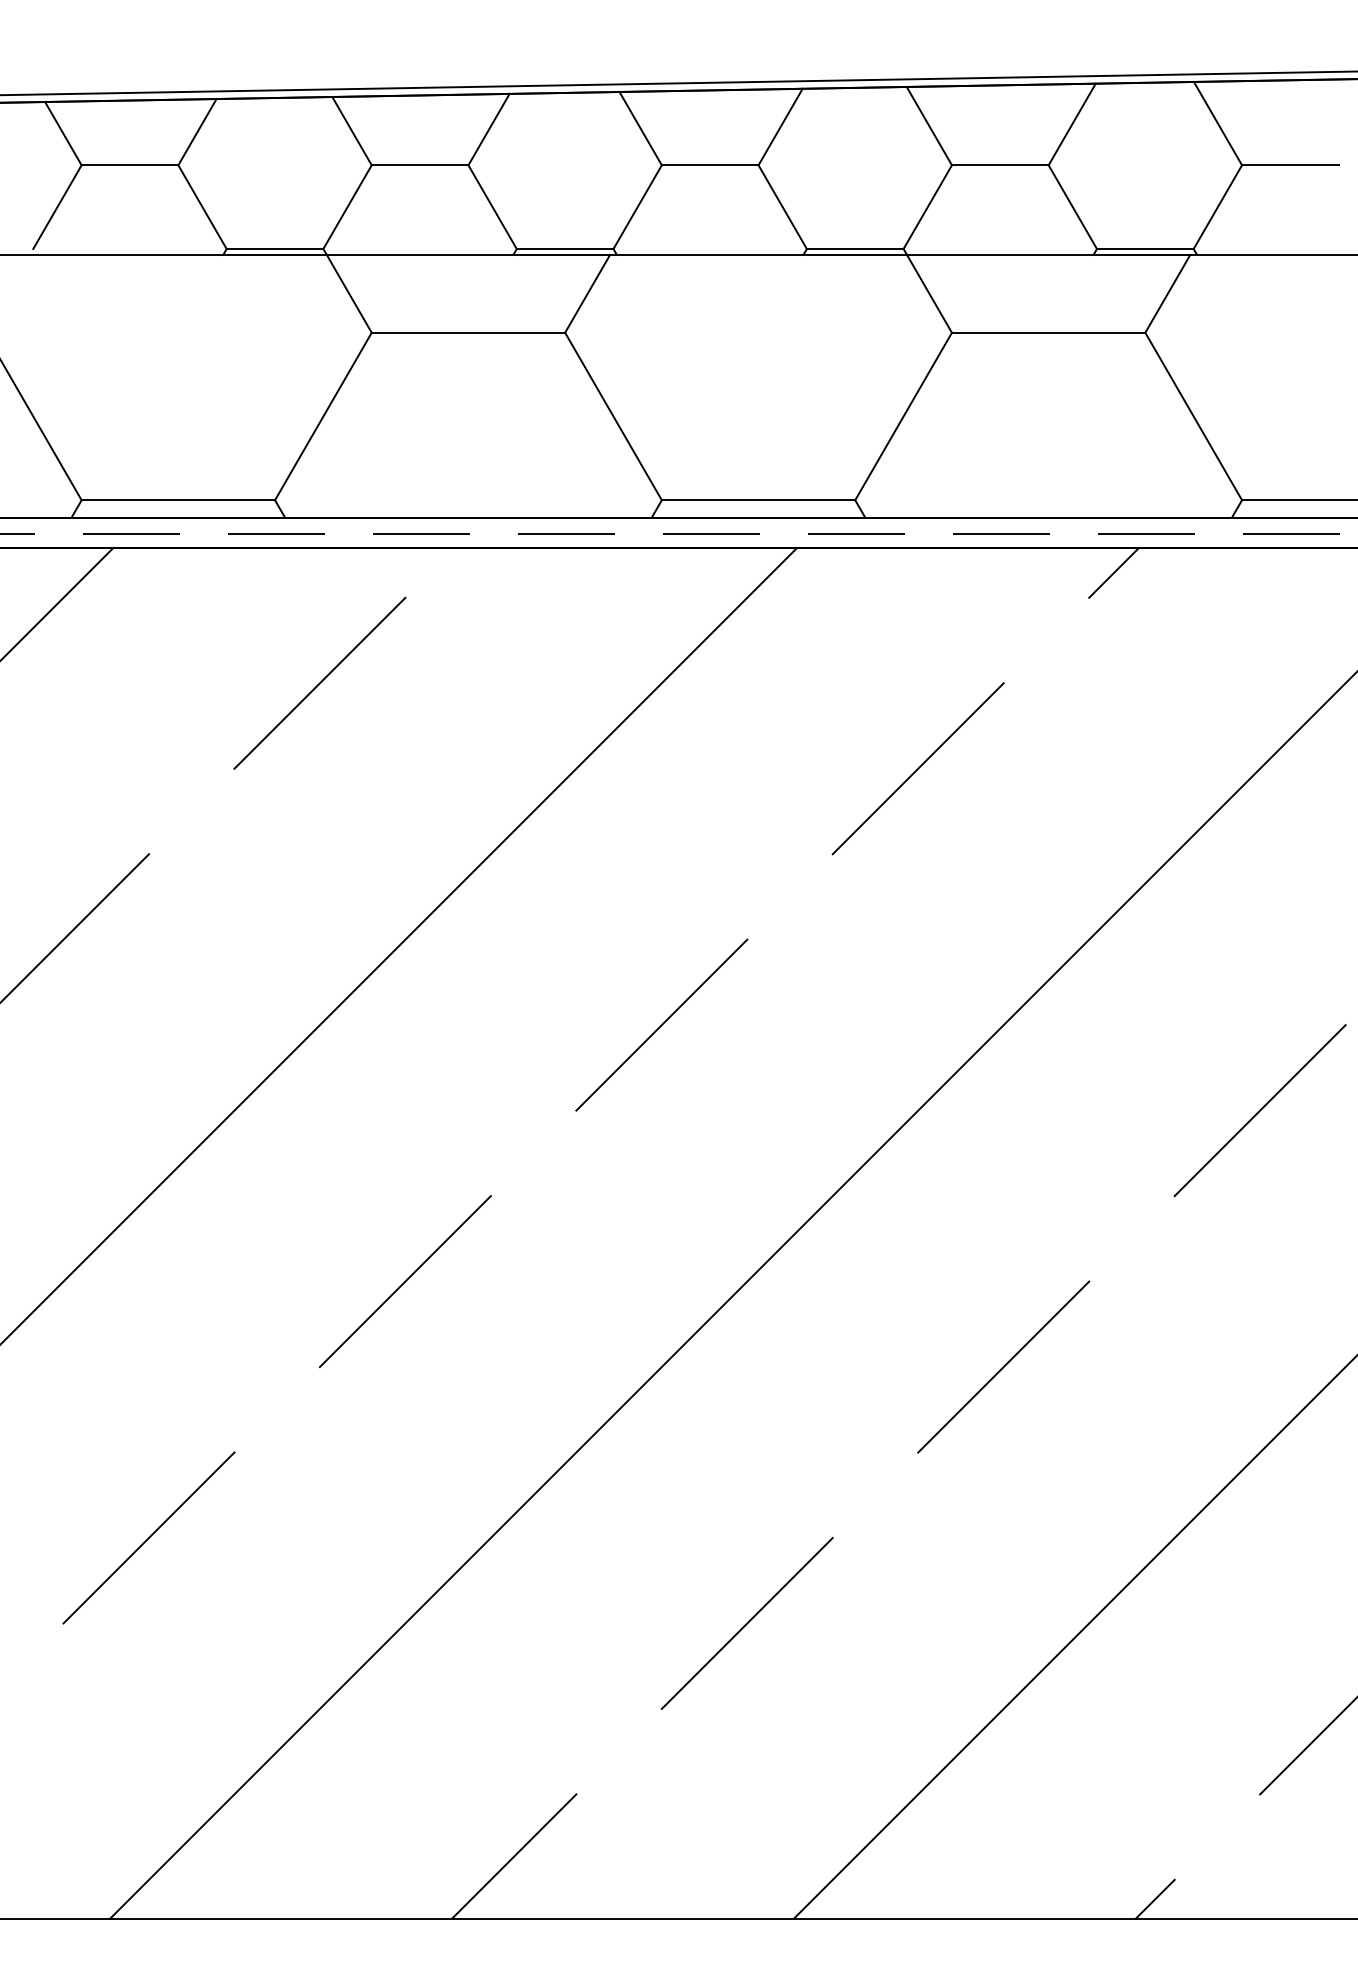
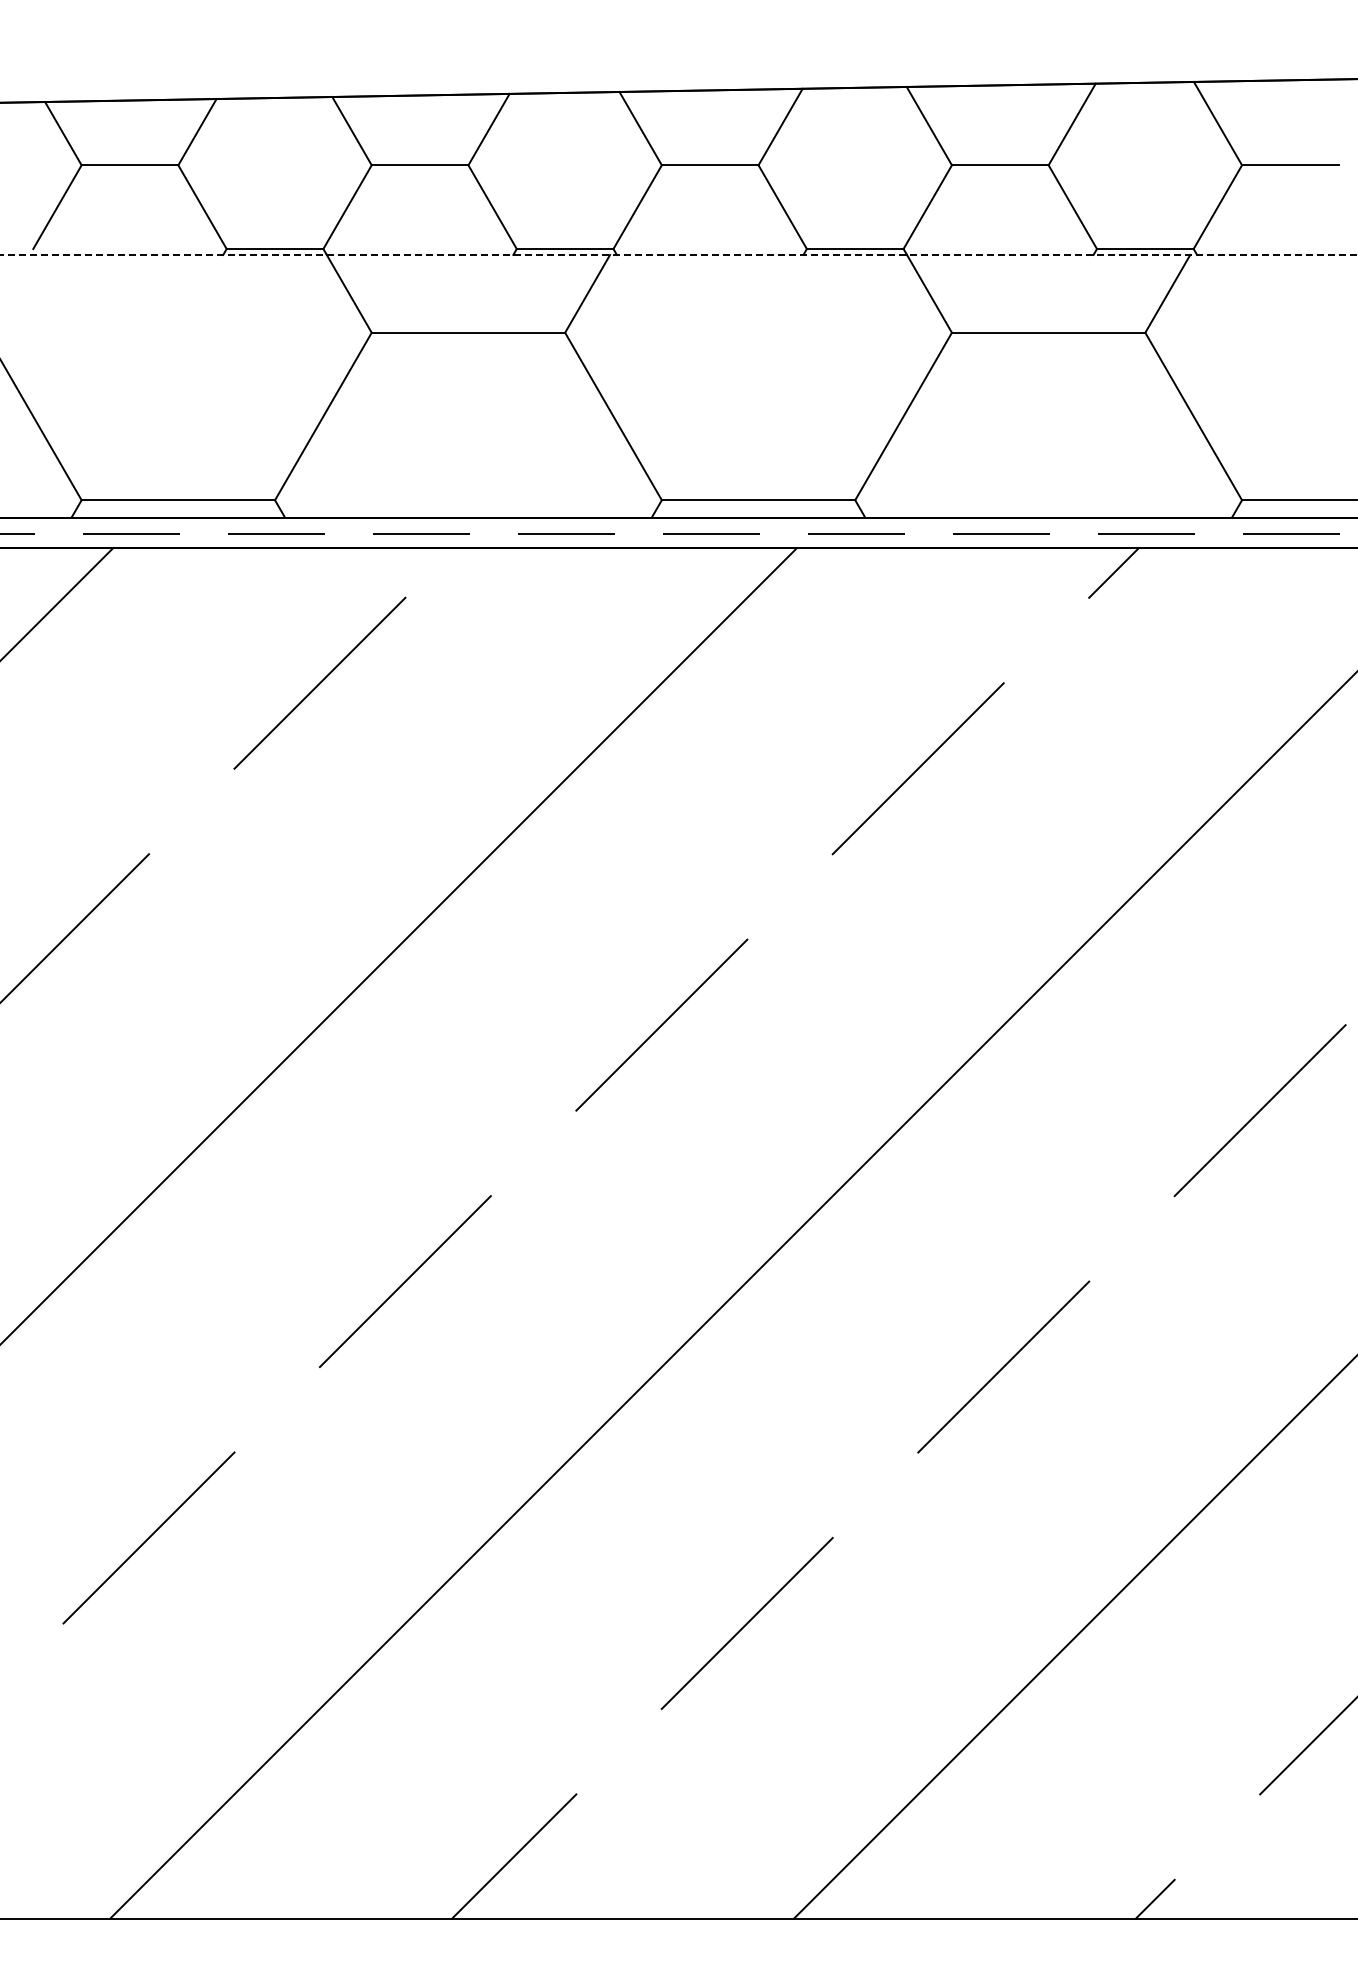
line at (678, 83): present -> none
line at (678, 254): solid -> dashed
